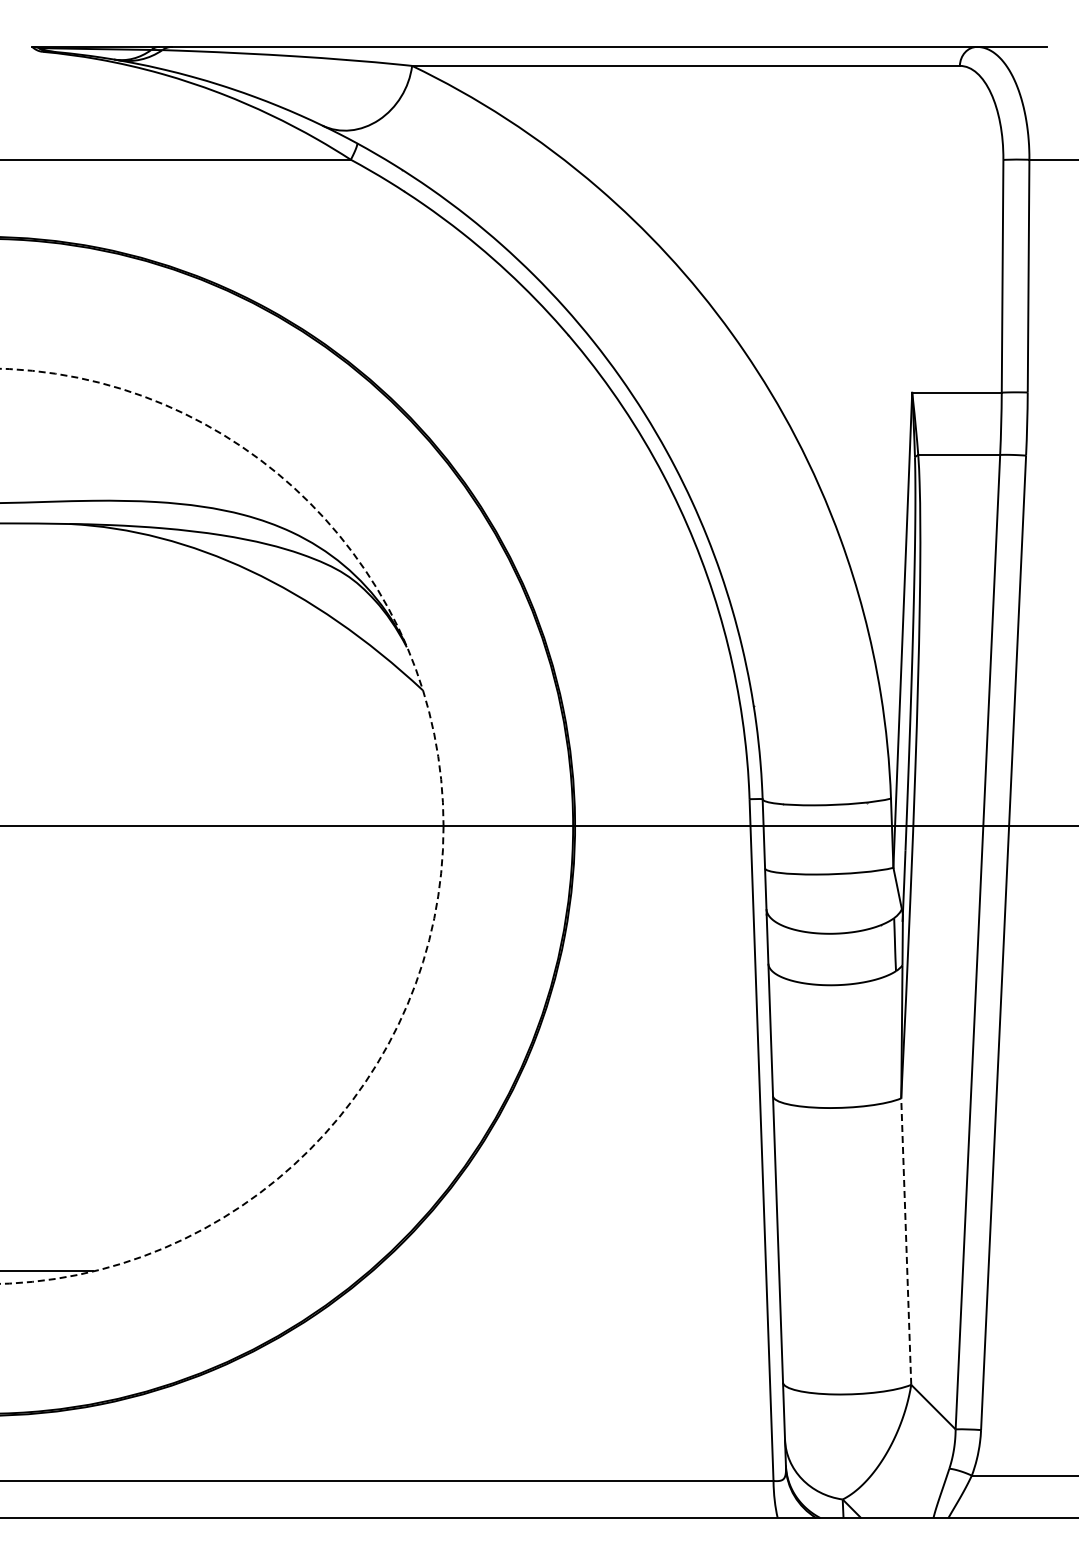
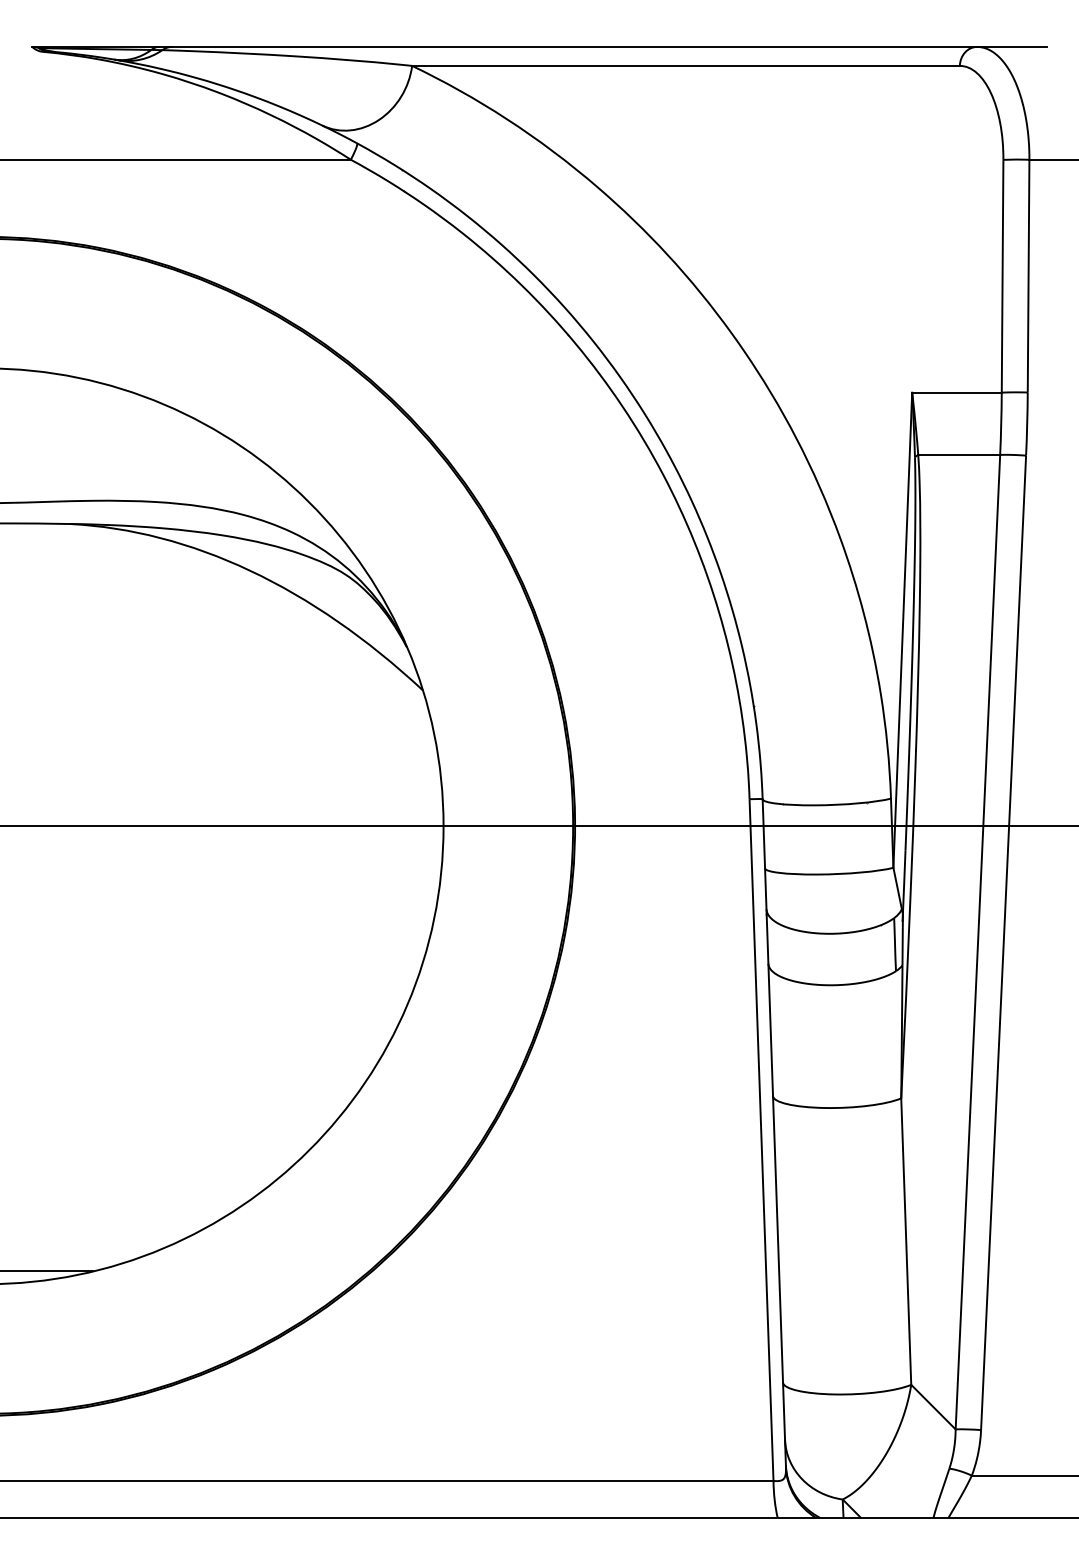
circle at (221, 825): dashed -> solid
line at (906, 1241): dashed -> solid
